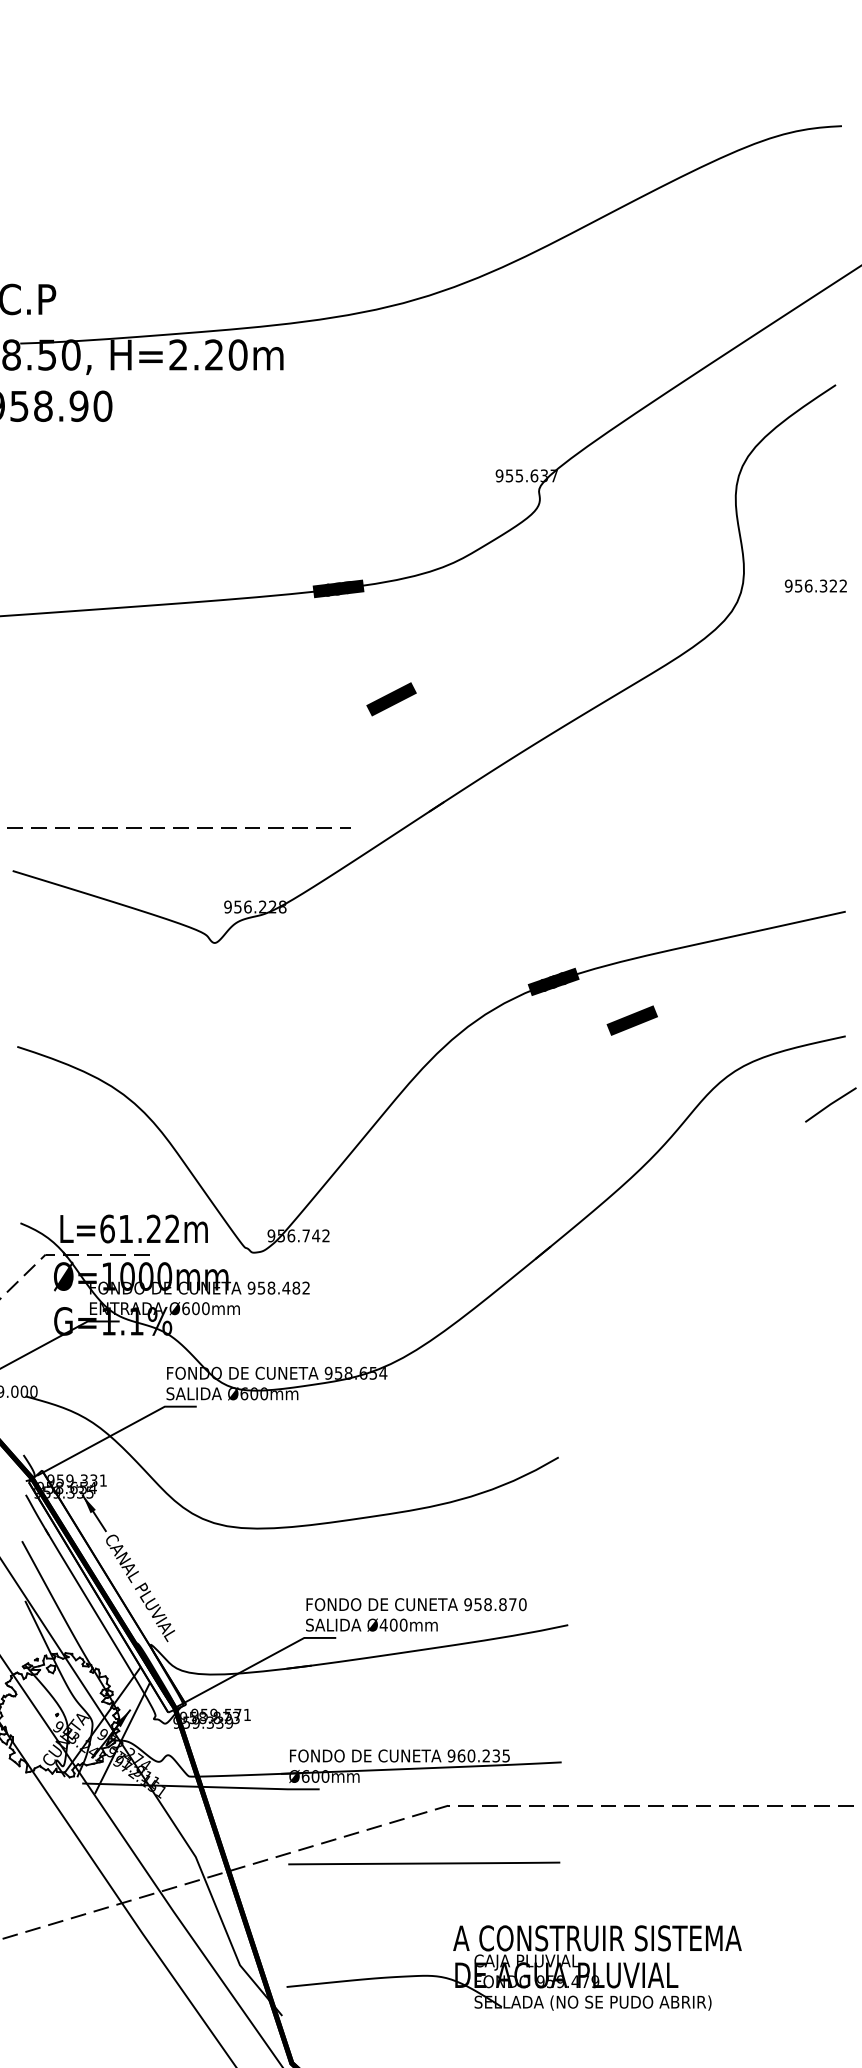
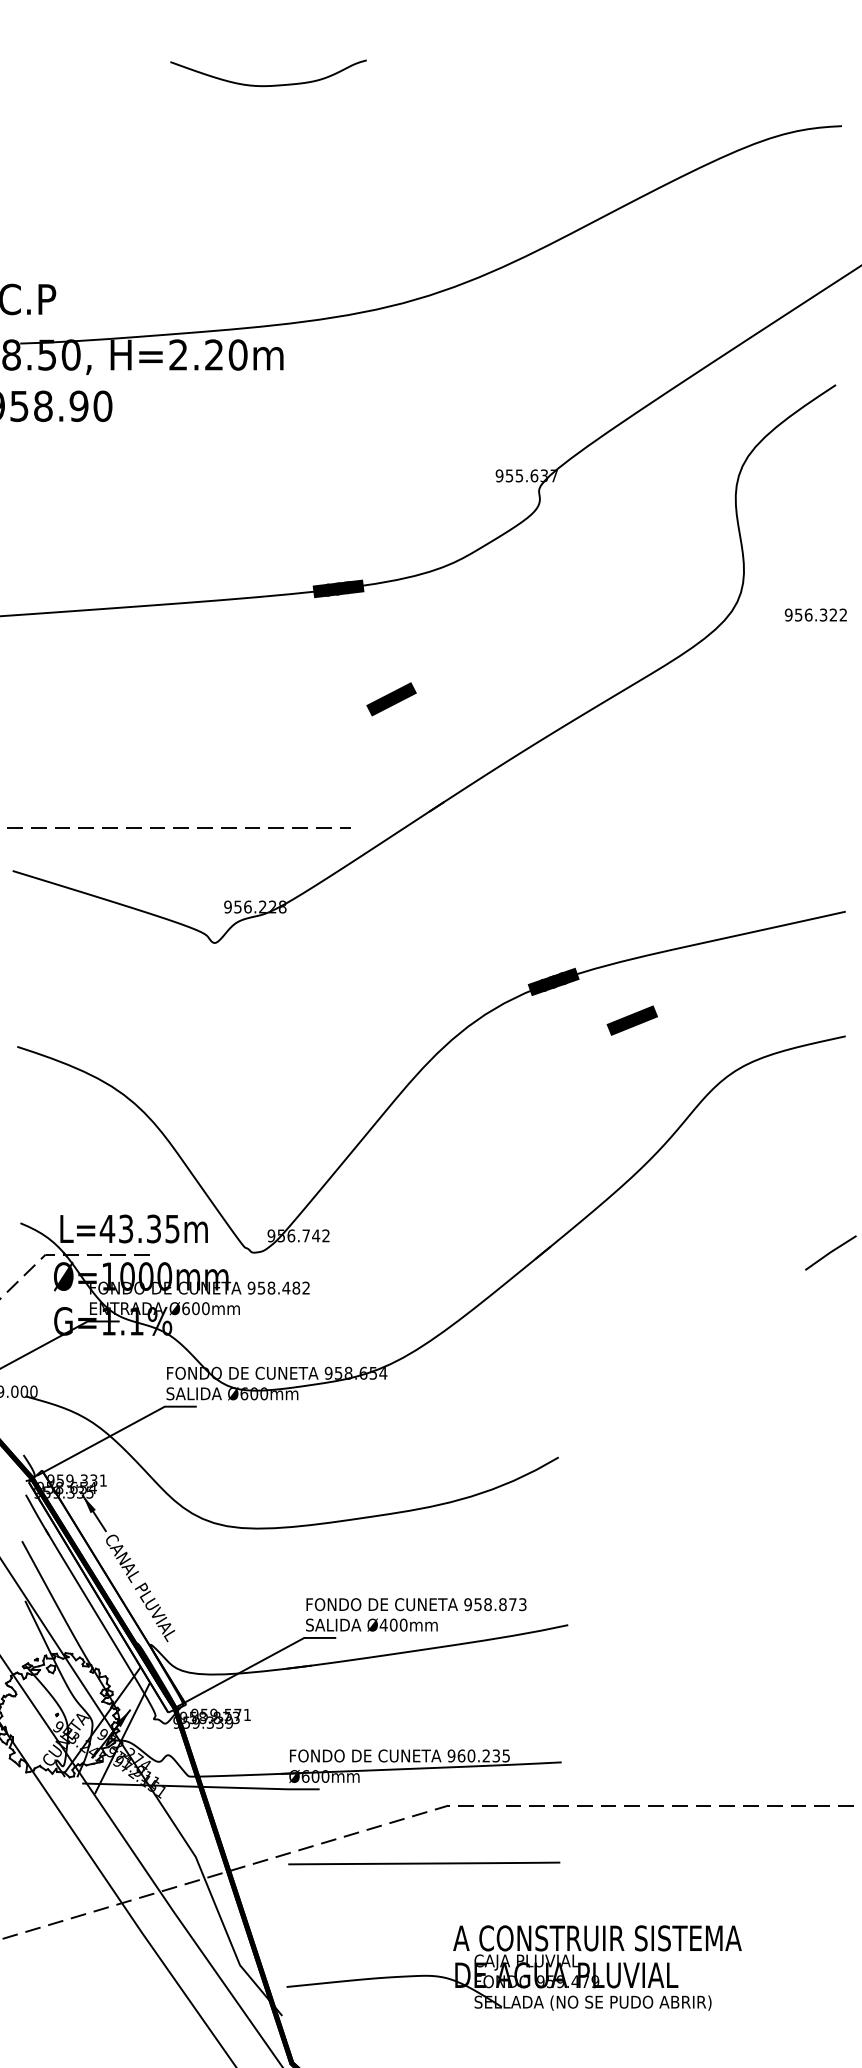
curve at (268, 85): none -> present
text at (815, 585) position: (815, 585) -> (815, 614)
line at (830, 1104) position: (830, 1104) -> (830, 1252)
text at (139, 1228): L=61.22m -> L=43.35m
text at (522, 1604): 958.870 -> 958.873
